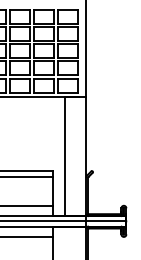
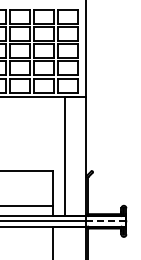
line at (27, 177): present -> none
line at (106, 221): solid -> dashed
line at (27, 236): present -> none
